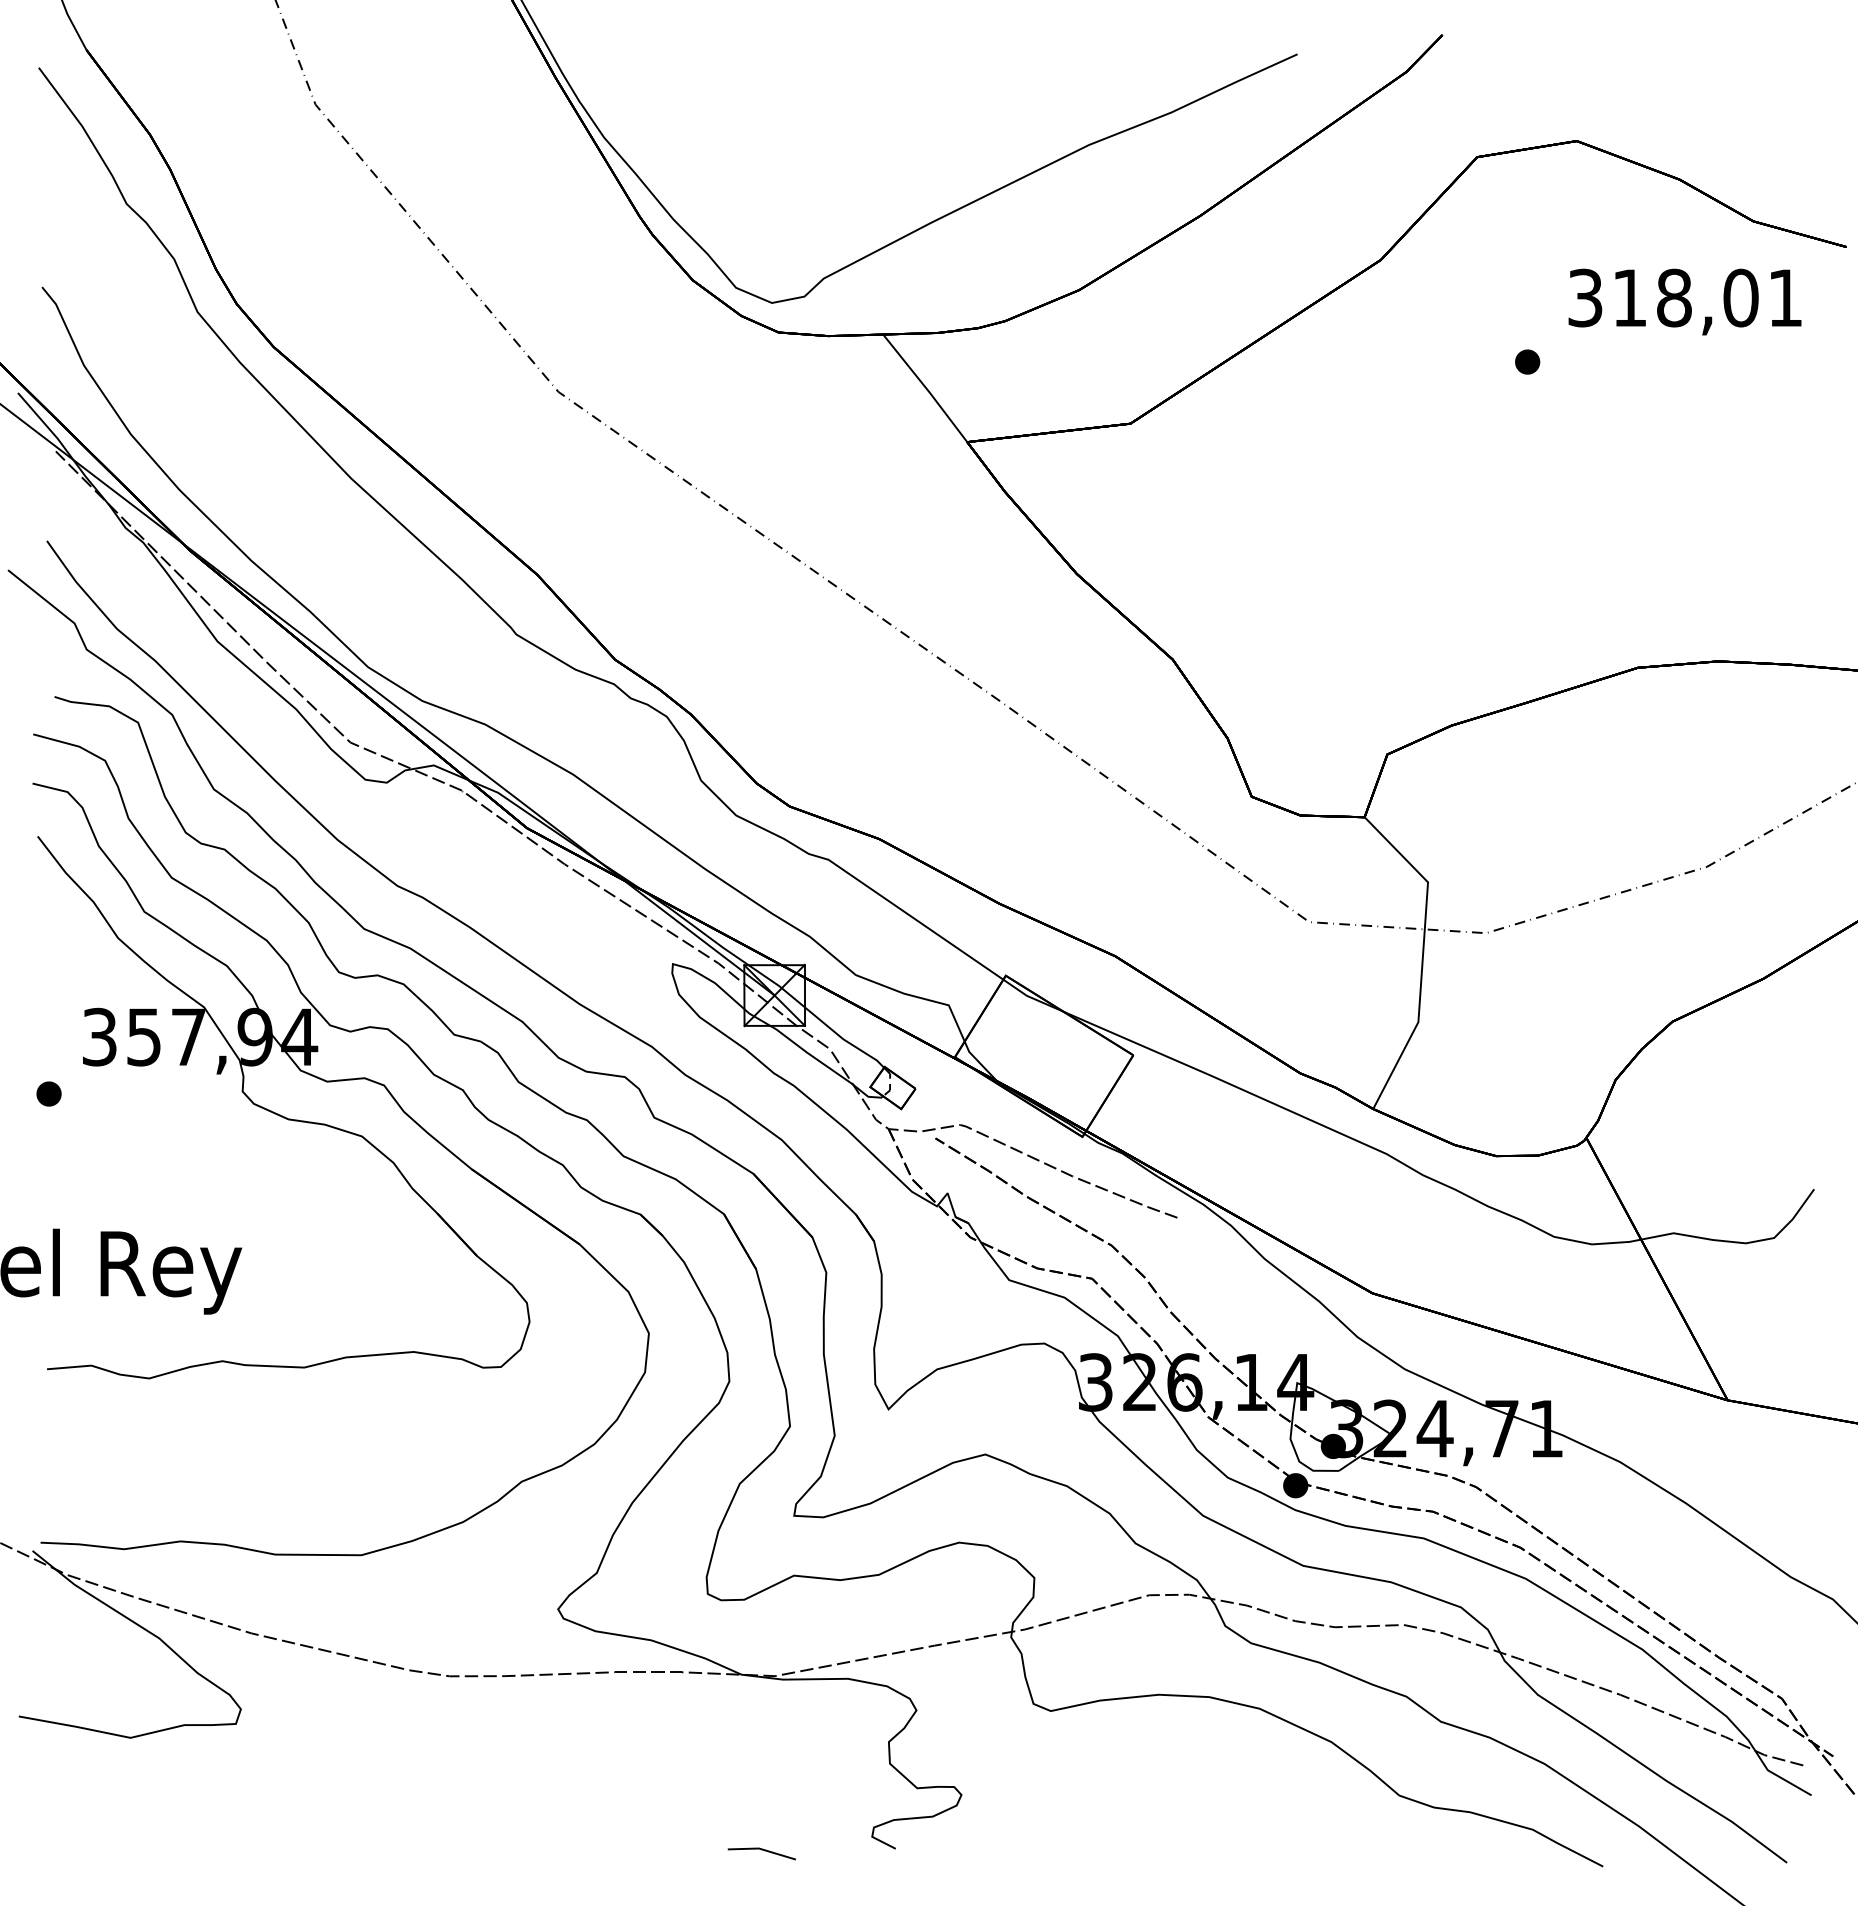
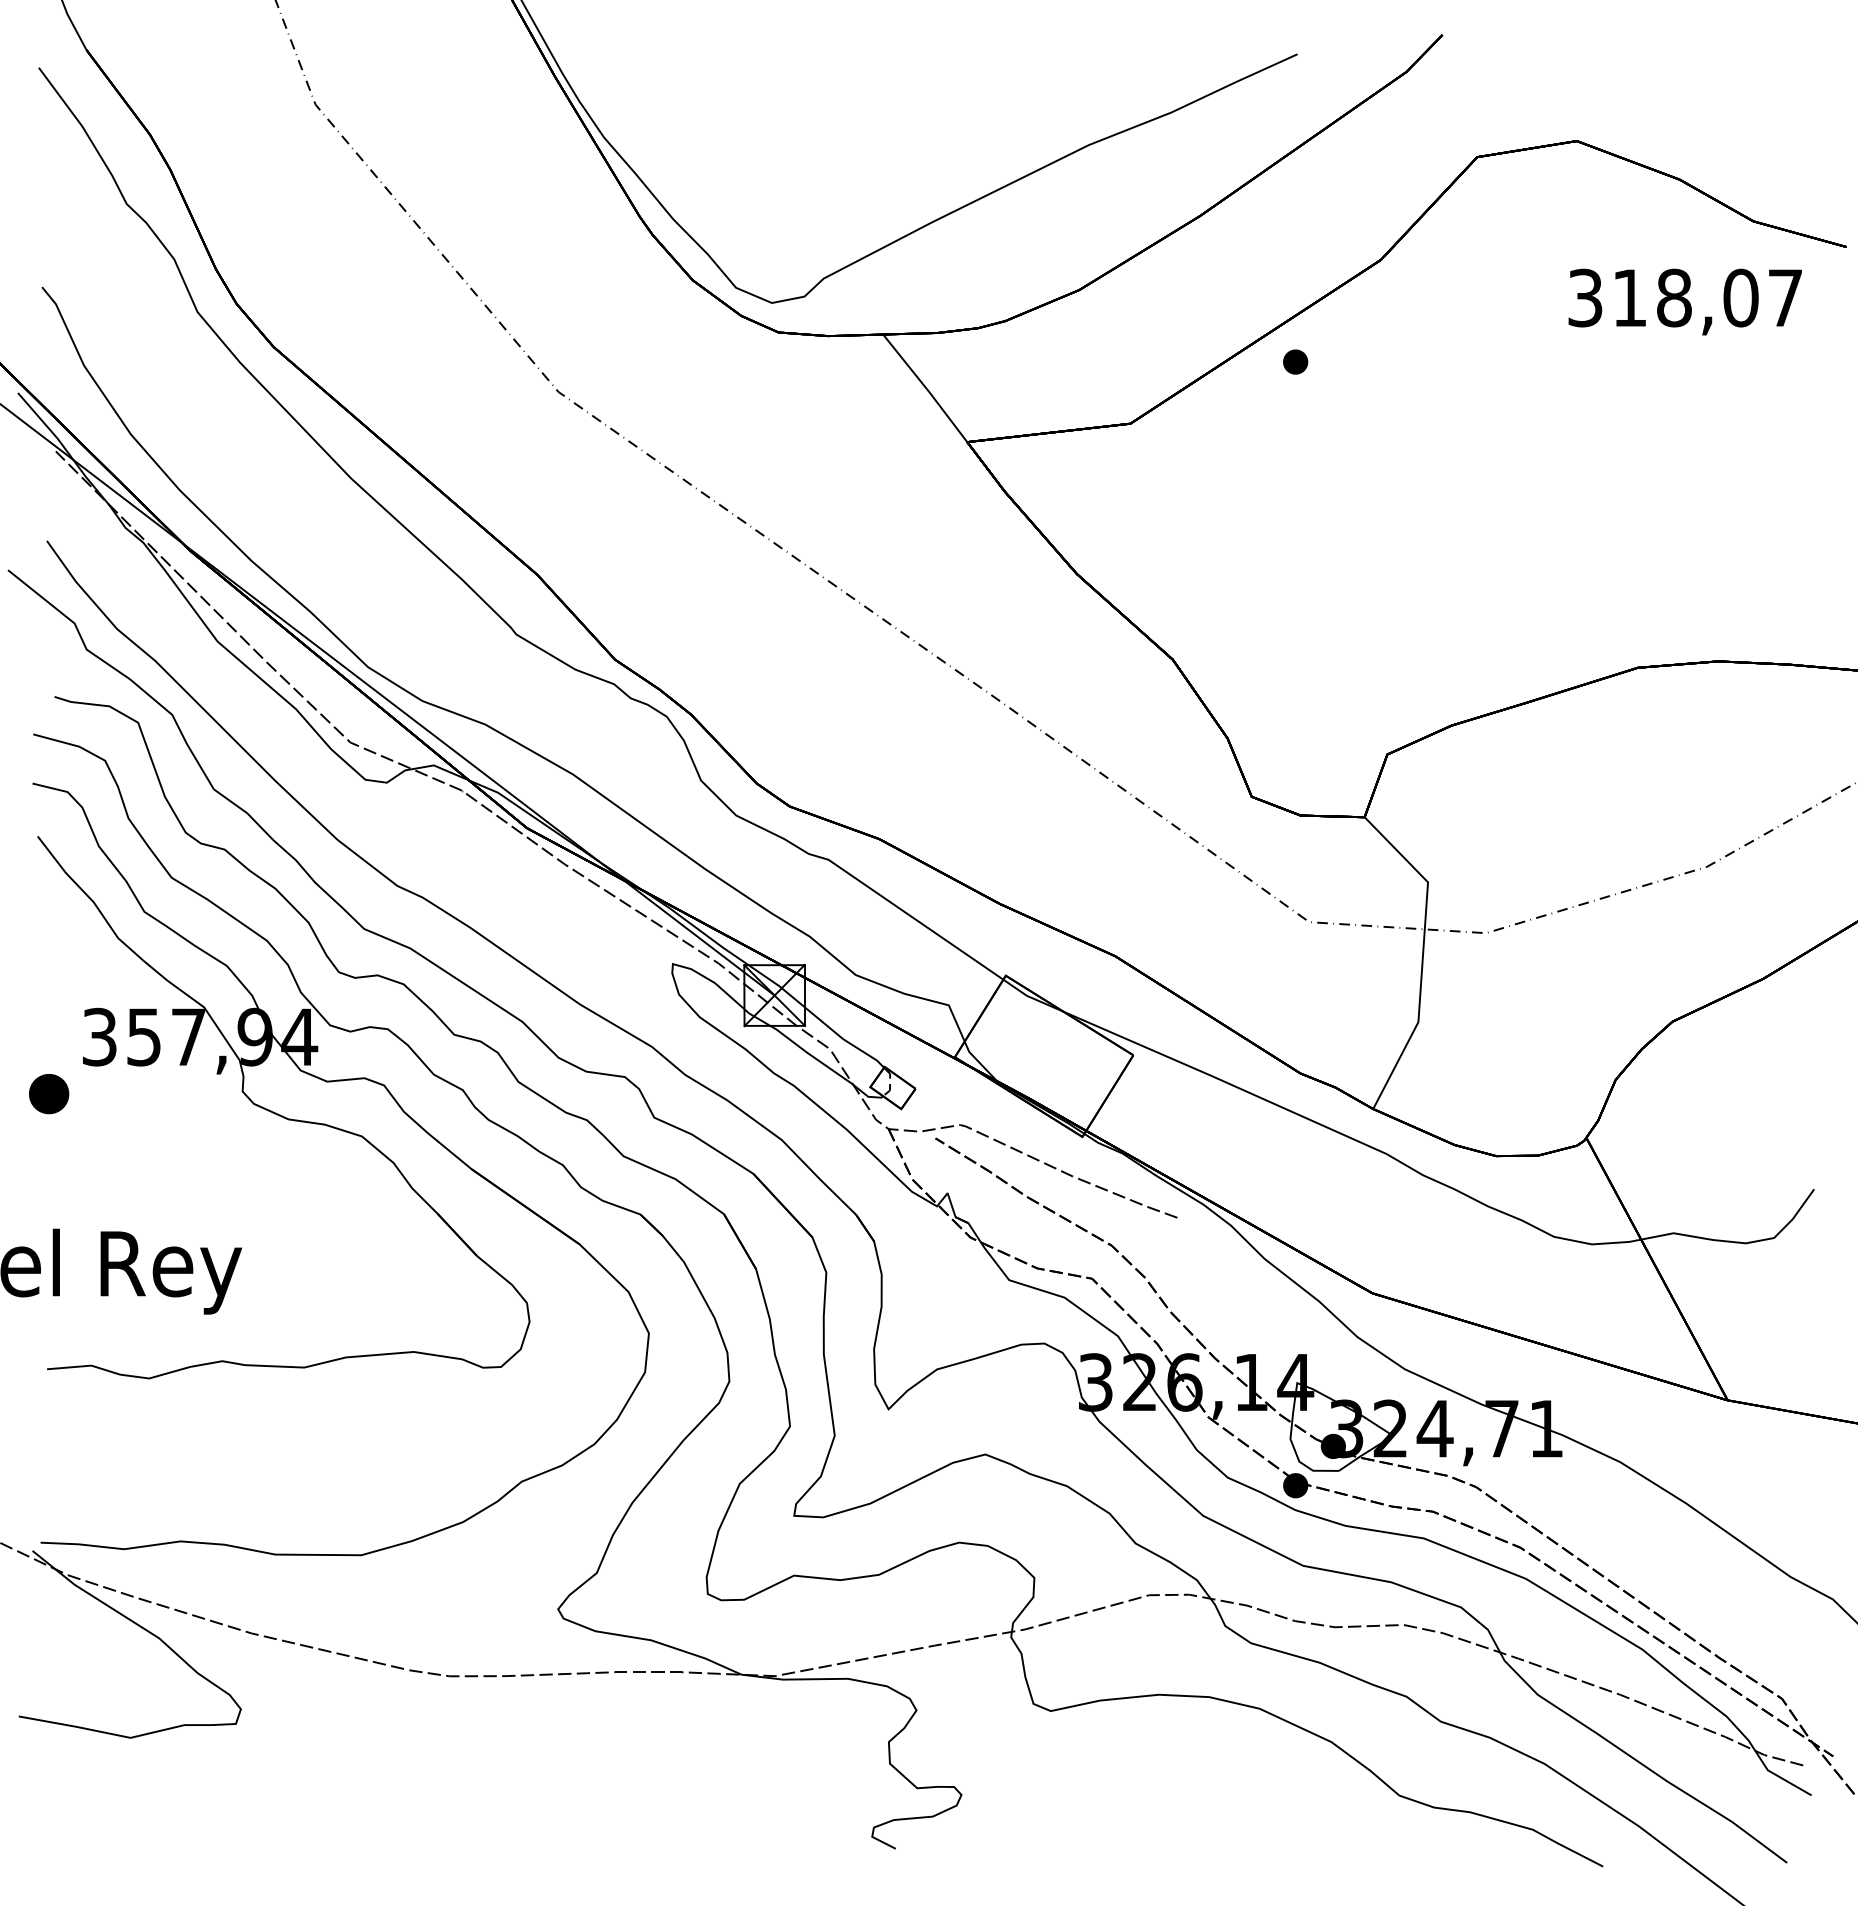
text at (1785, 297): 318,01 -> 318,07
part at (1527, 361) position: (1527, 361) -> (1295, 361)
part at (48, 1093) size: 26x26 px -> 41x41 px
line at (761, 1850): present -> none
